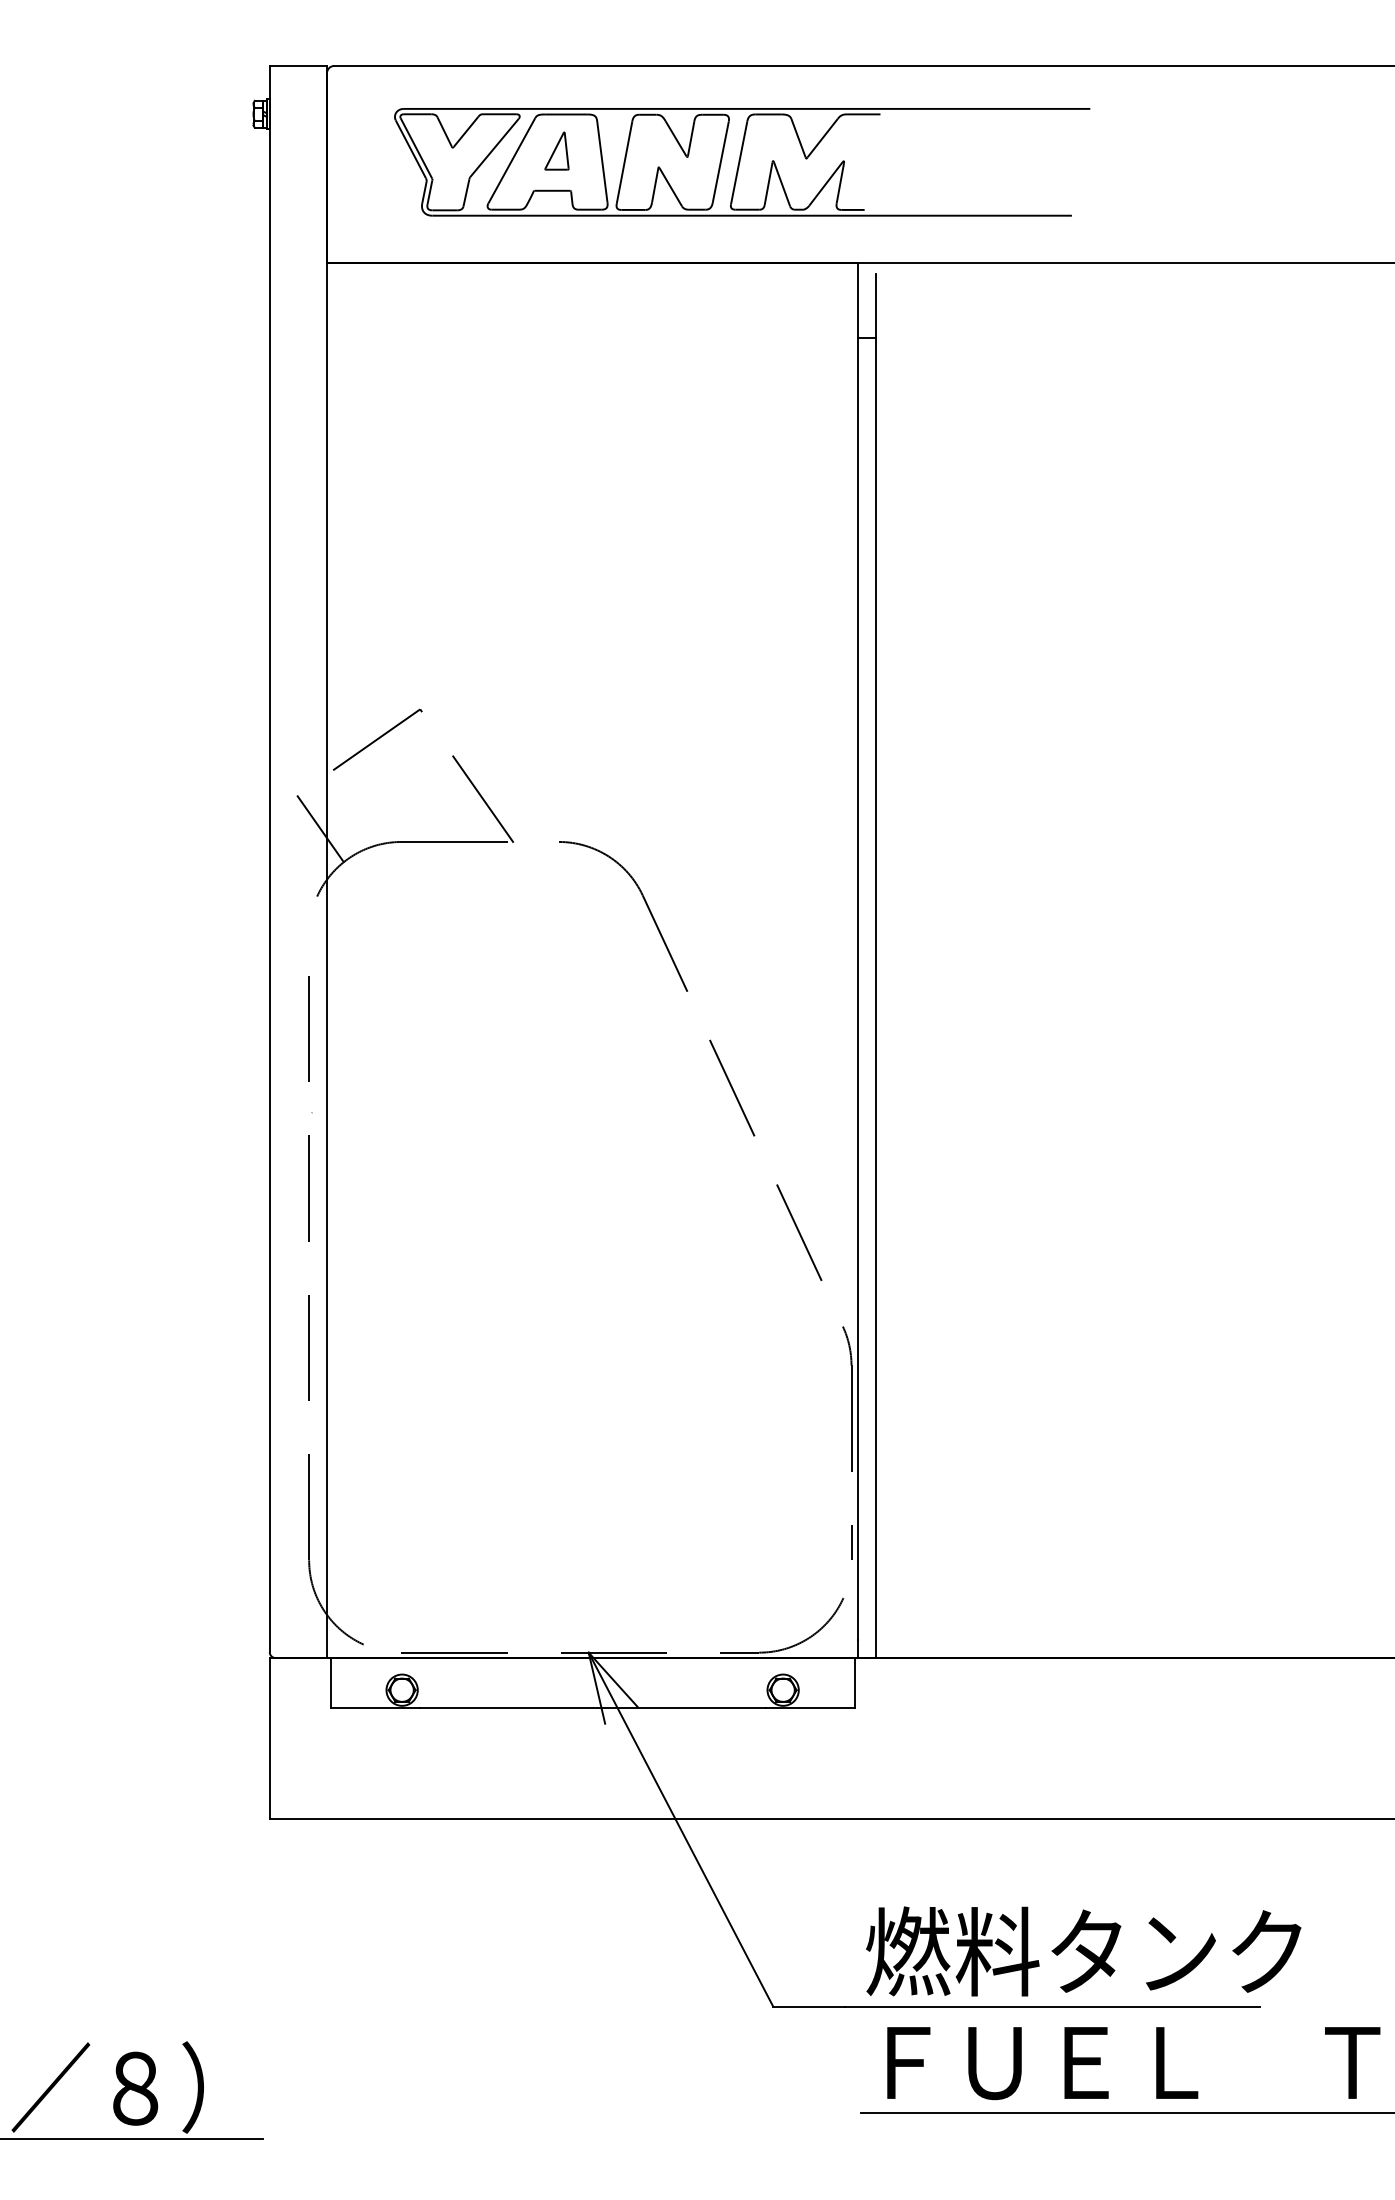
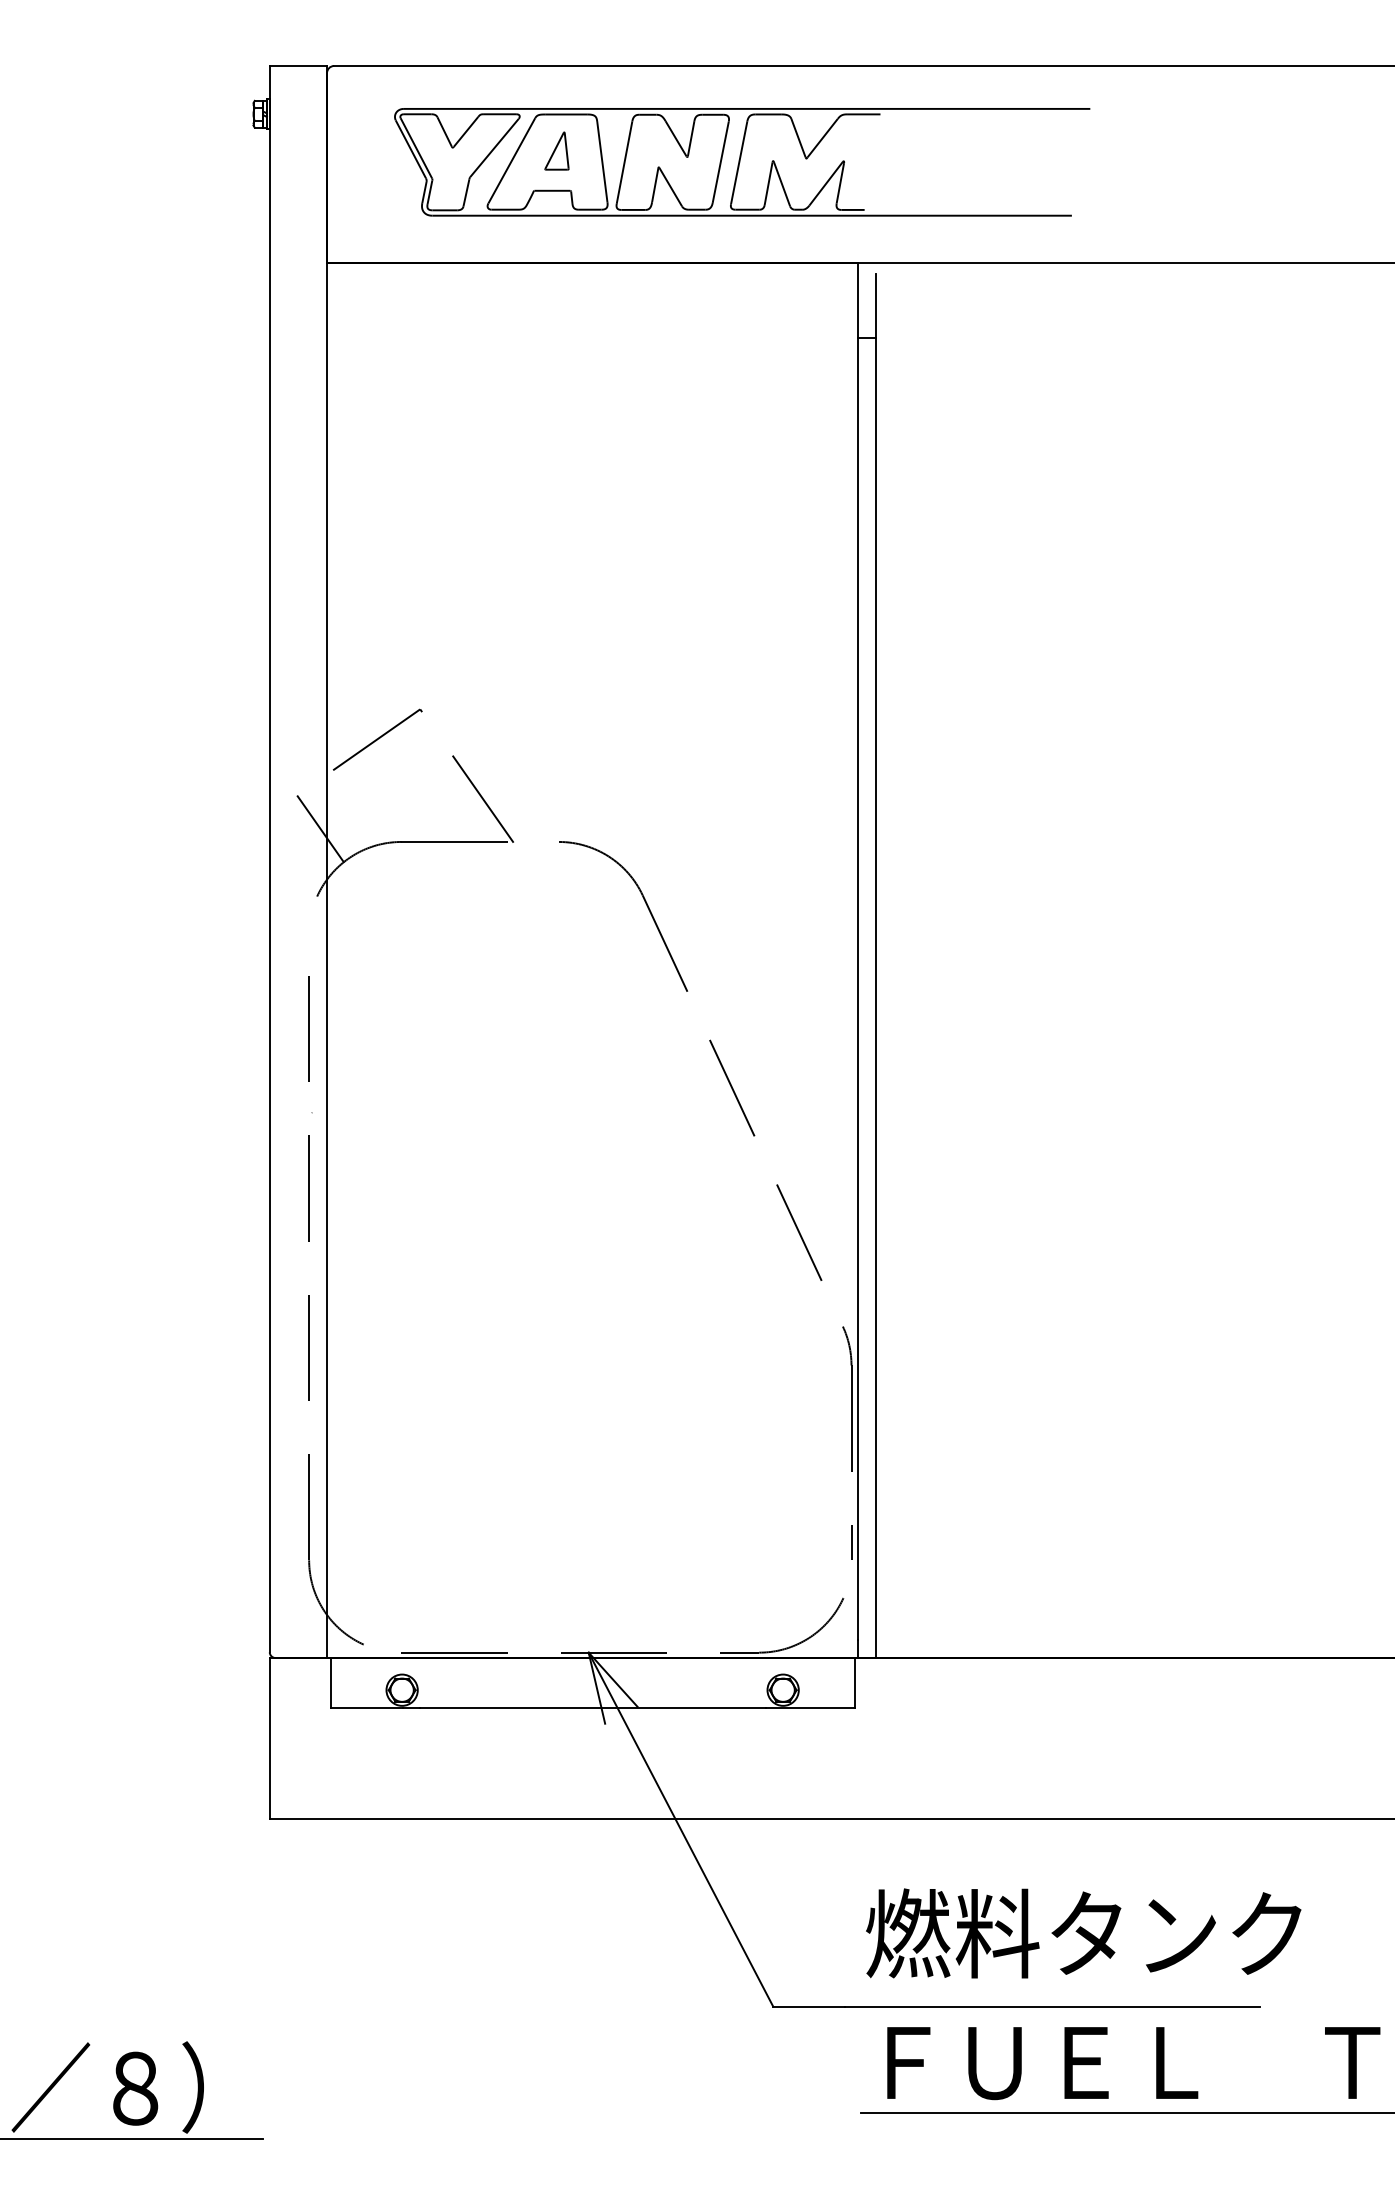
text at (1083, 1951) position: (1083, 1951) -> (1083, 1933)
